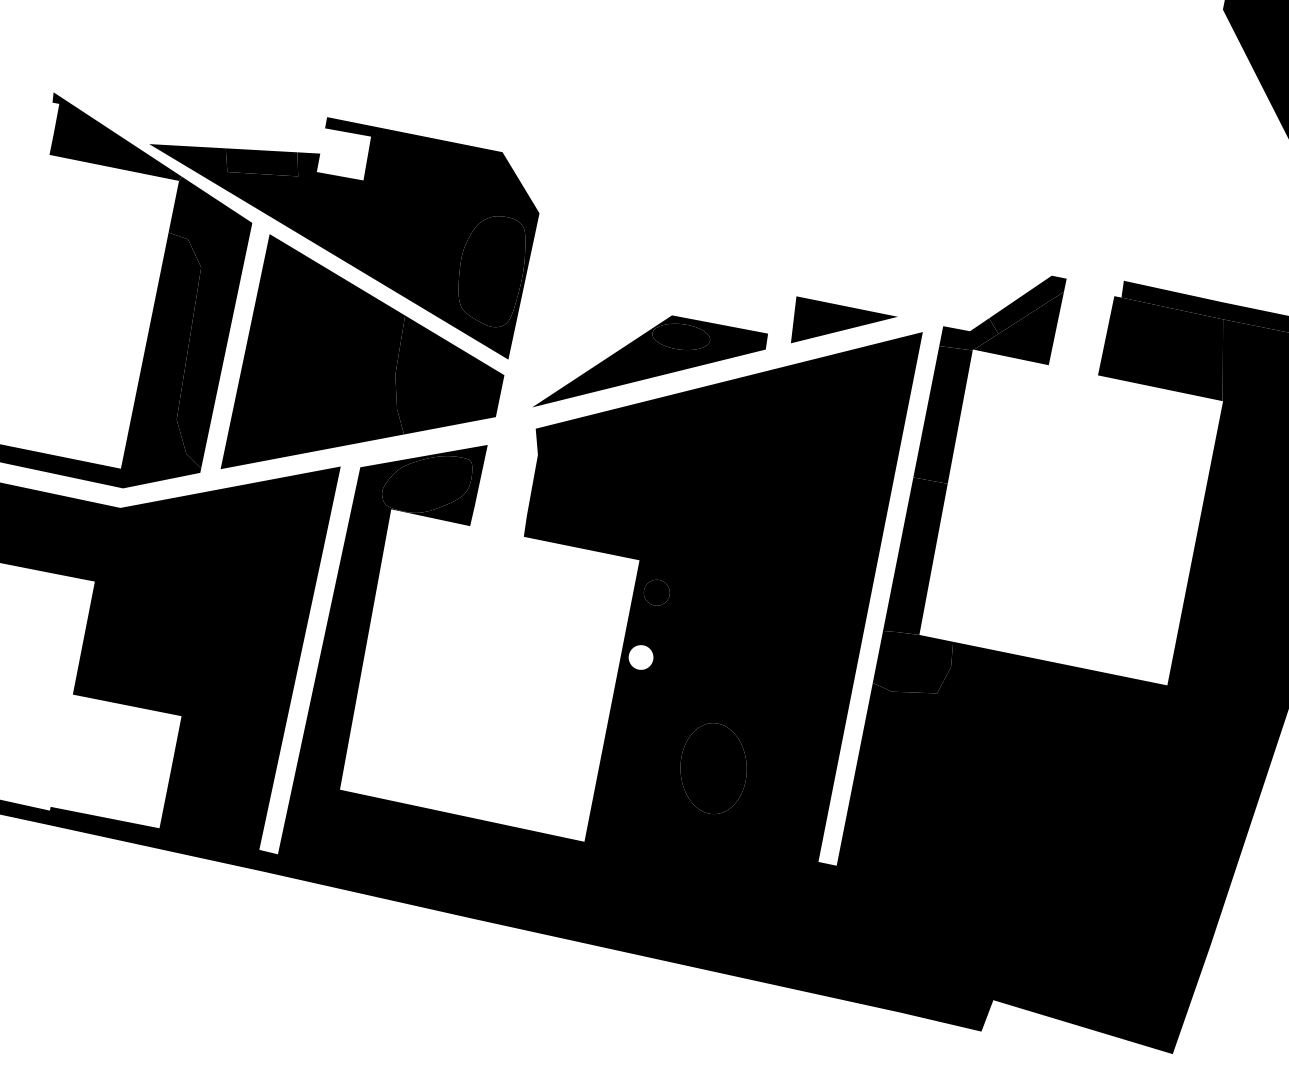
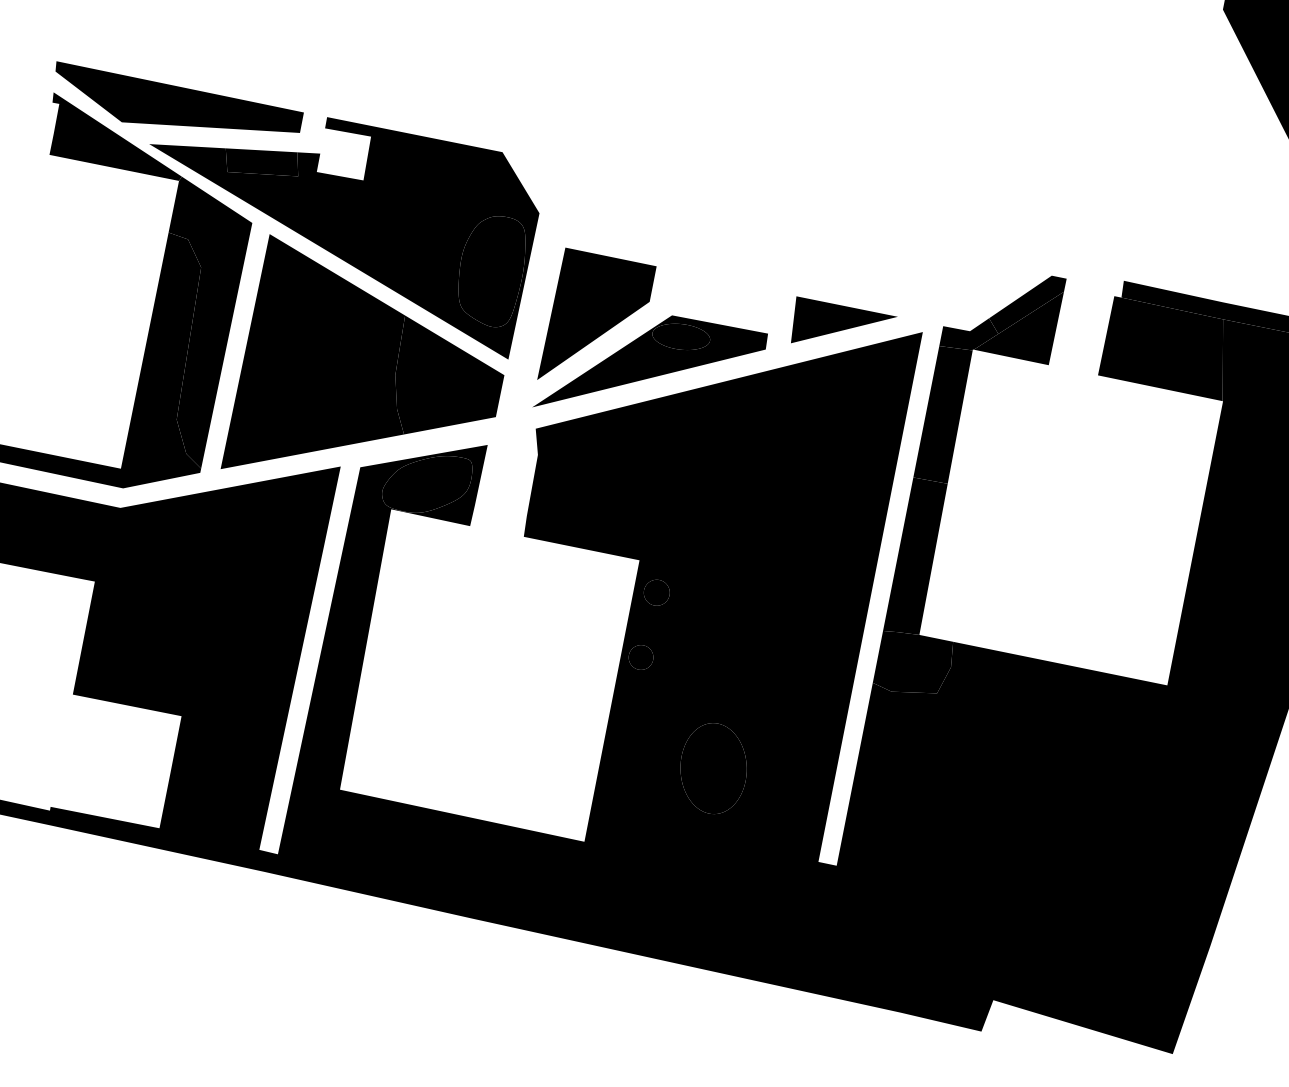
part at (179, 96): none -> present
fill at (596, 313): none -> present
fill at (640, 657): none -> present
